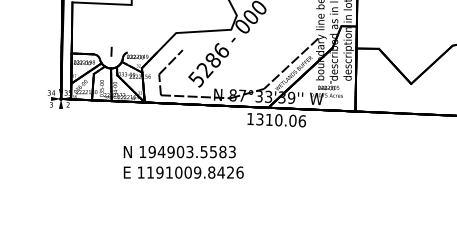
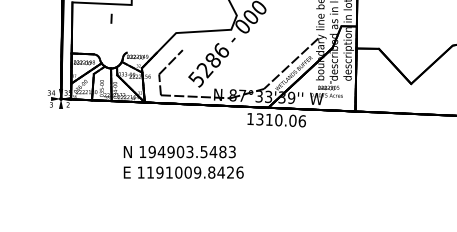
line at (111, 51) position: (111, 51) -> (111, 18)
text at (213, 152): 194903.5583 -> 194903.5483
